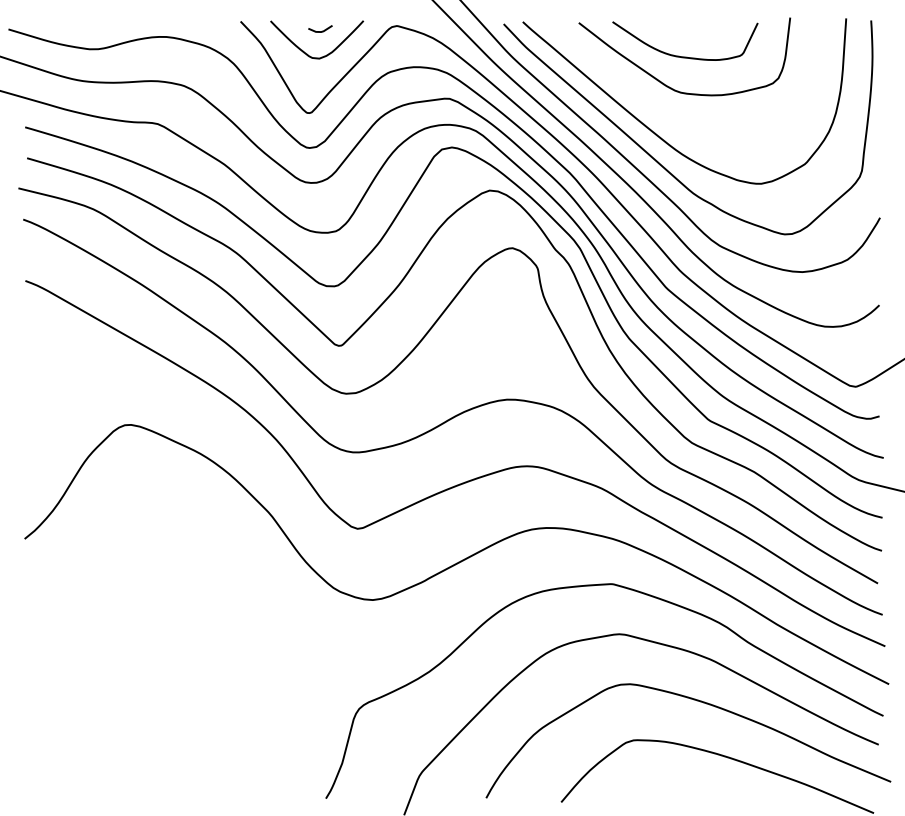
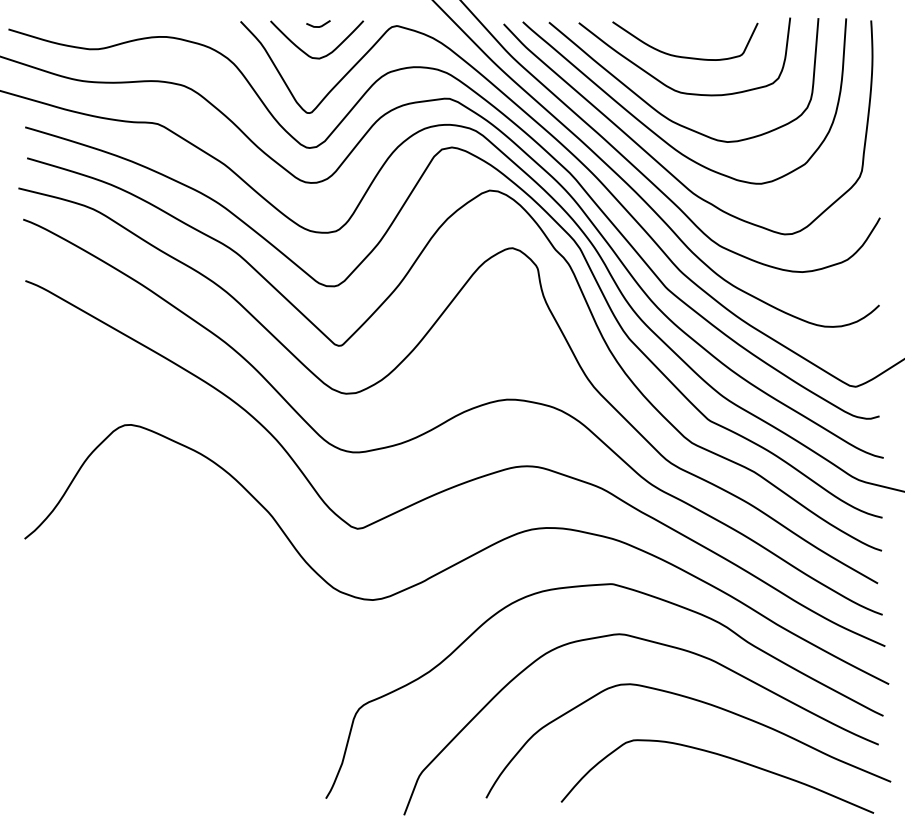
line at (322, 30) position: (322, 30) -> (320, 25)
curve at (659, 111): none -> present
